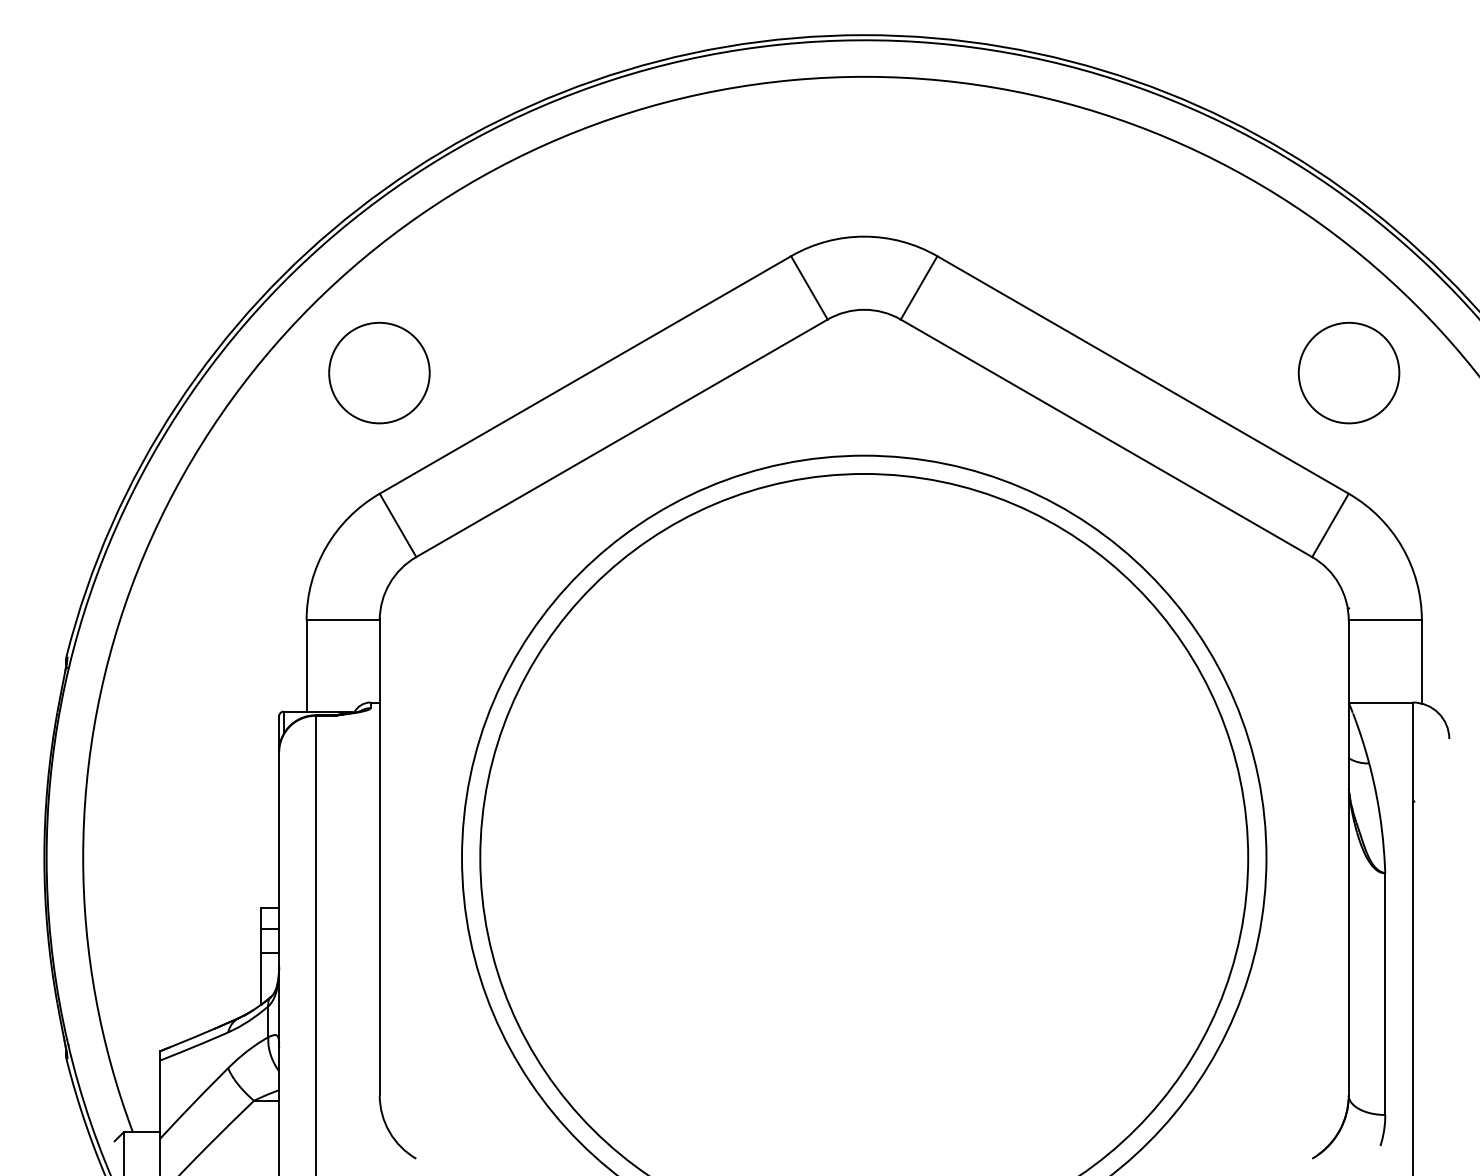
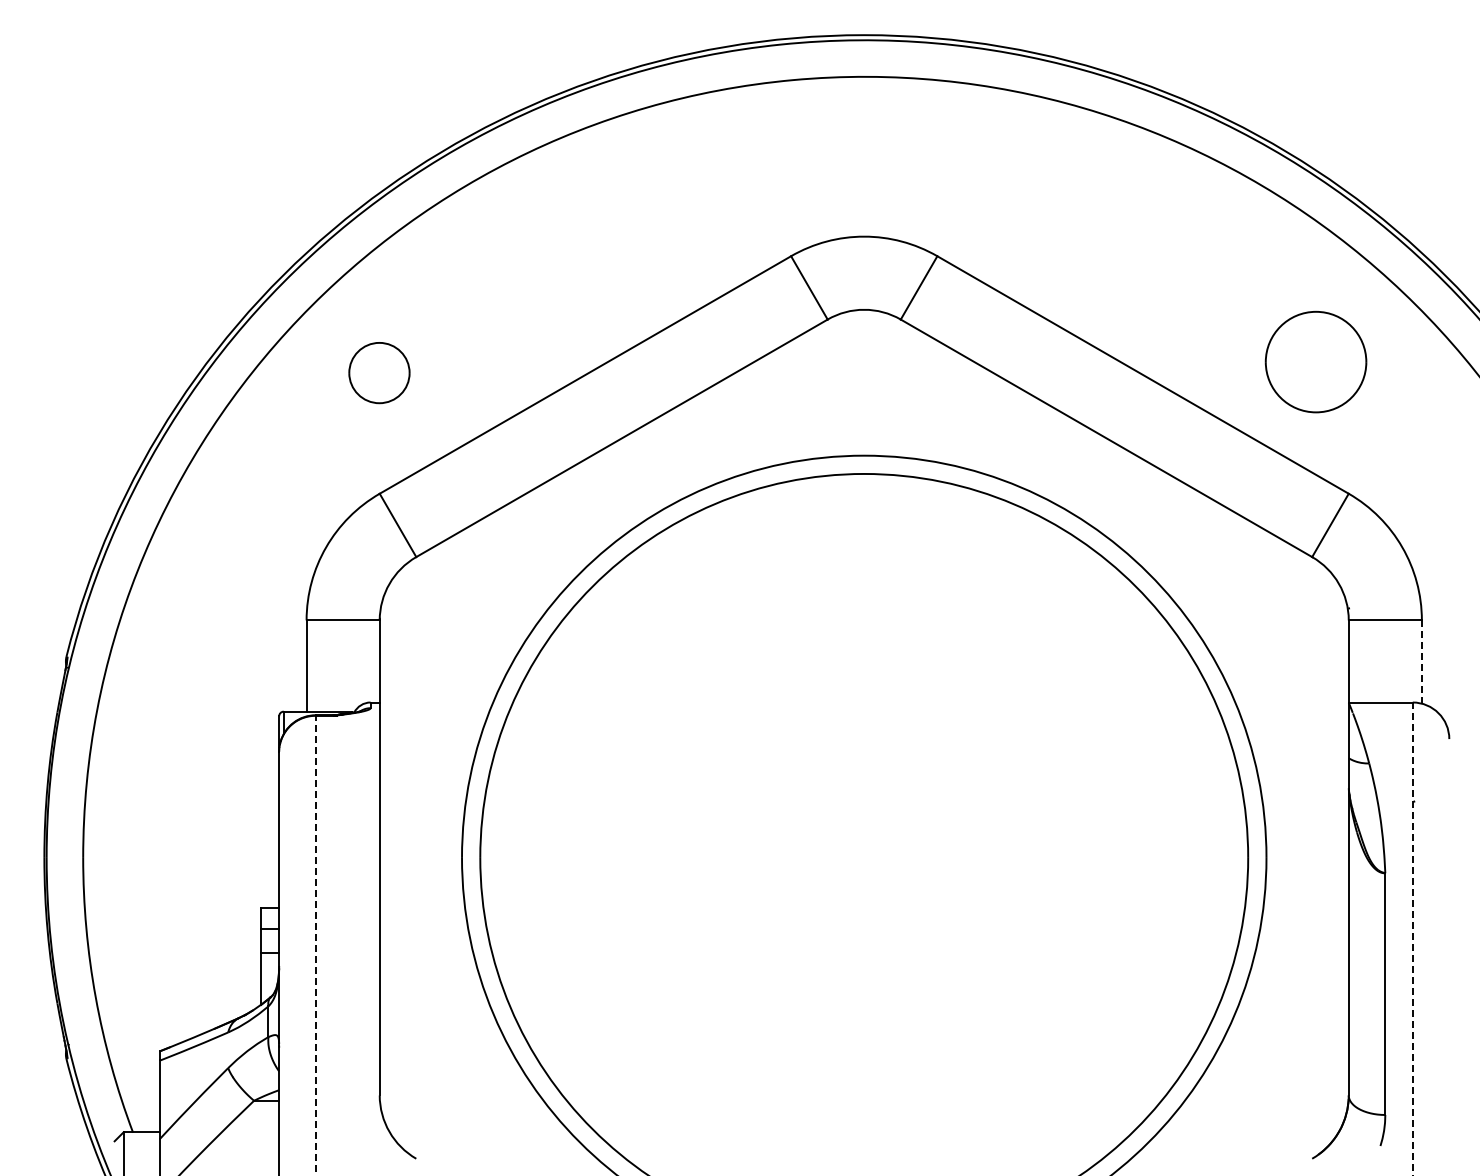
part at (379, 372) size: 103x104 px -> 63x63 px
part at (1348, 372) position: (1348, 372) -> (1315, 361)
line at (1421, 662): solid -> dashed
line at (1412, 938): solid -> dashed
line at (315, 945): solid -> dashed
